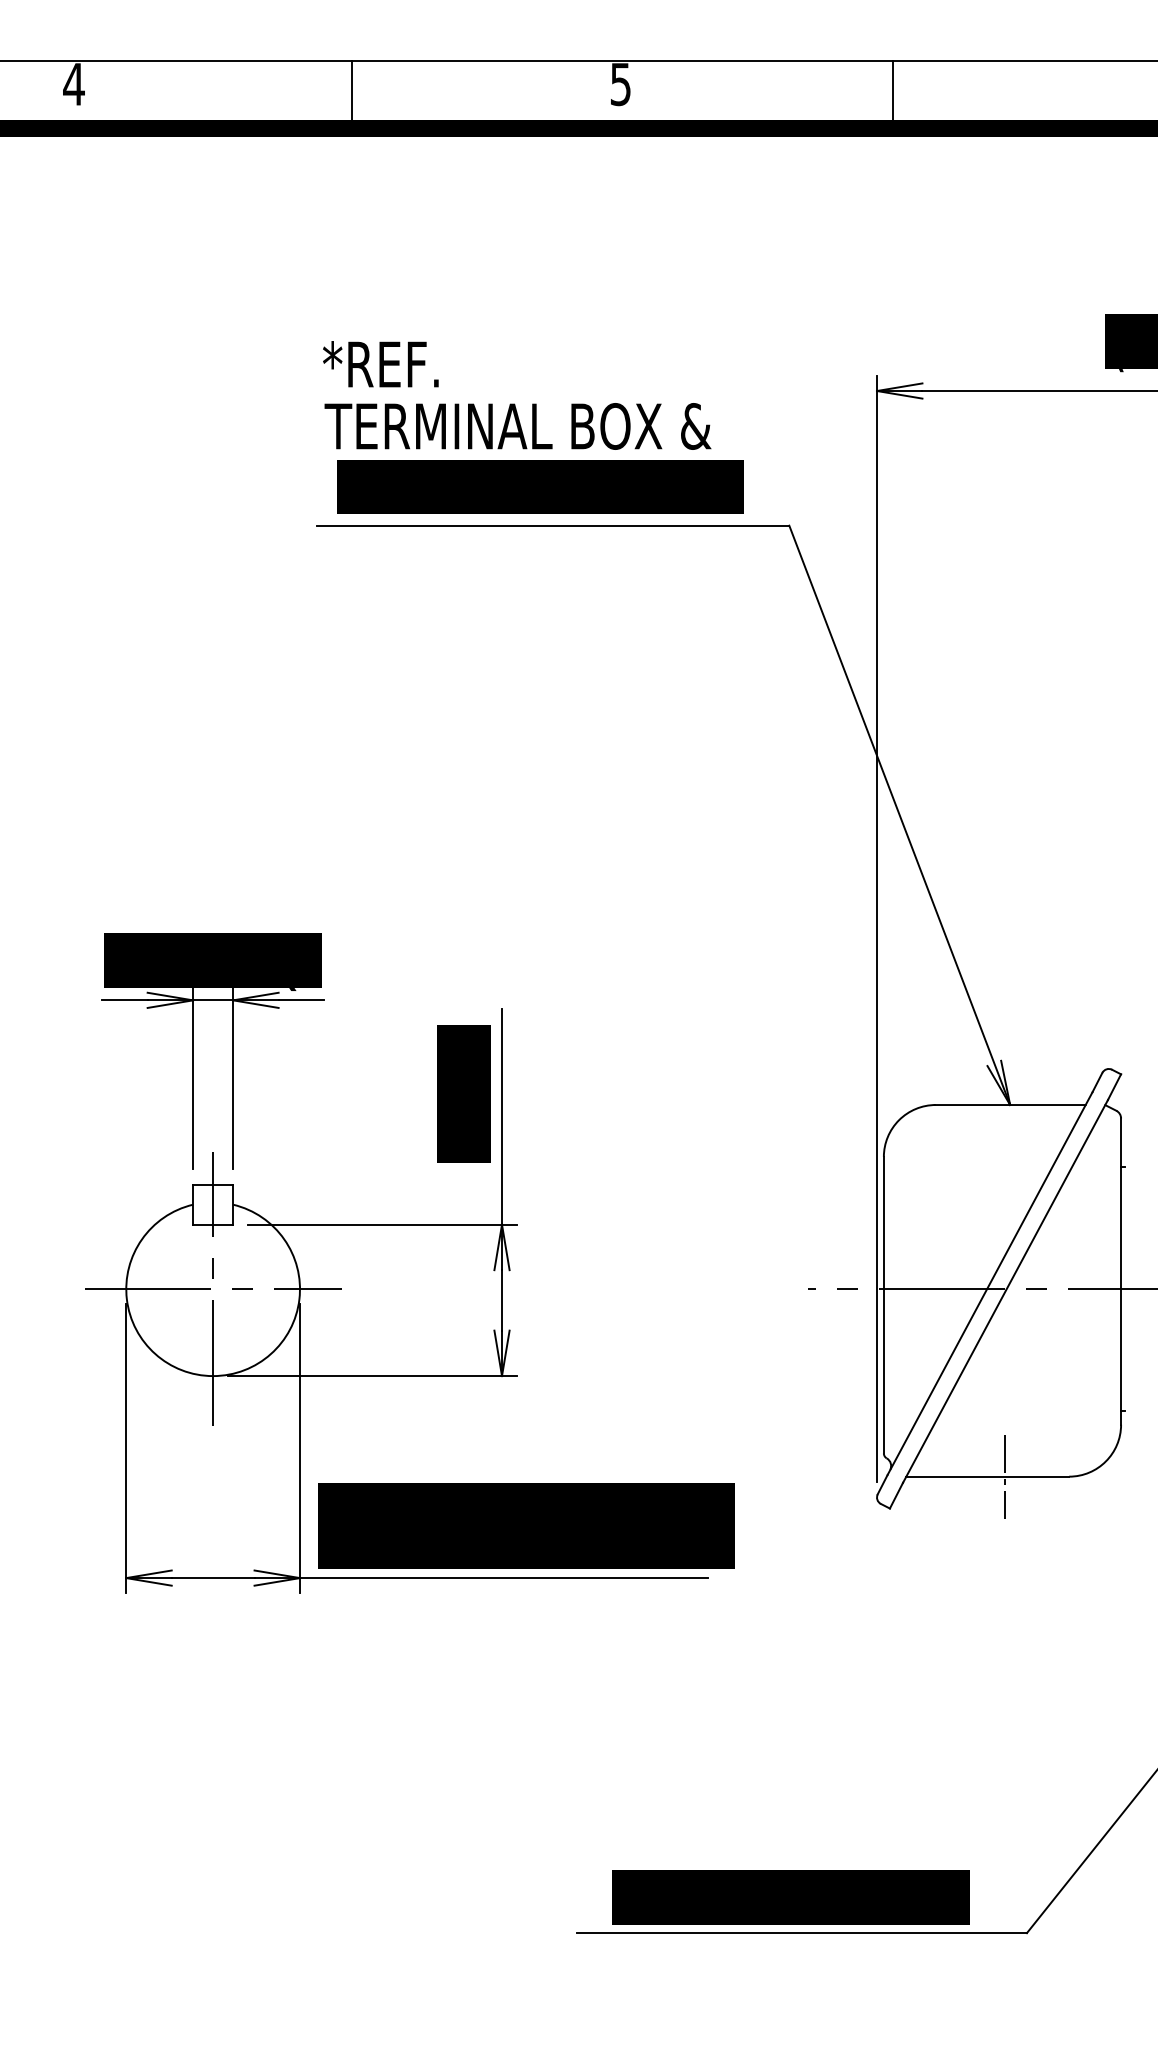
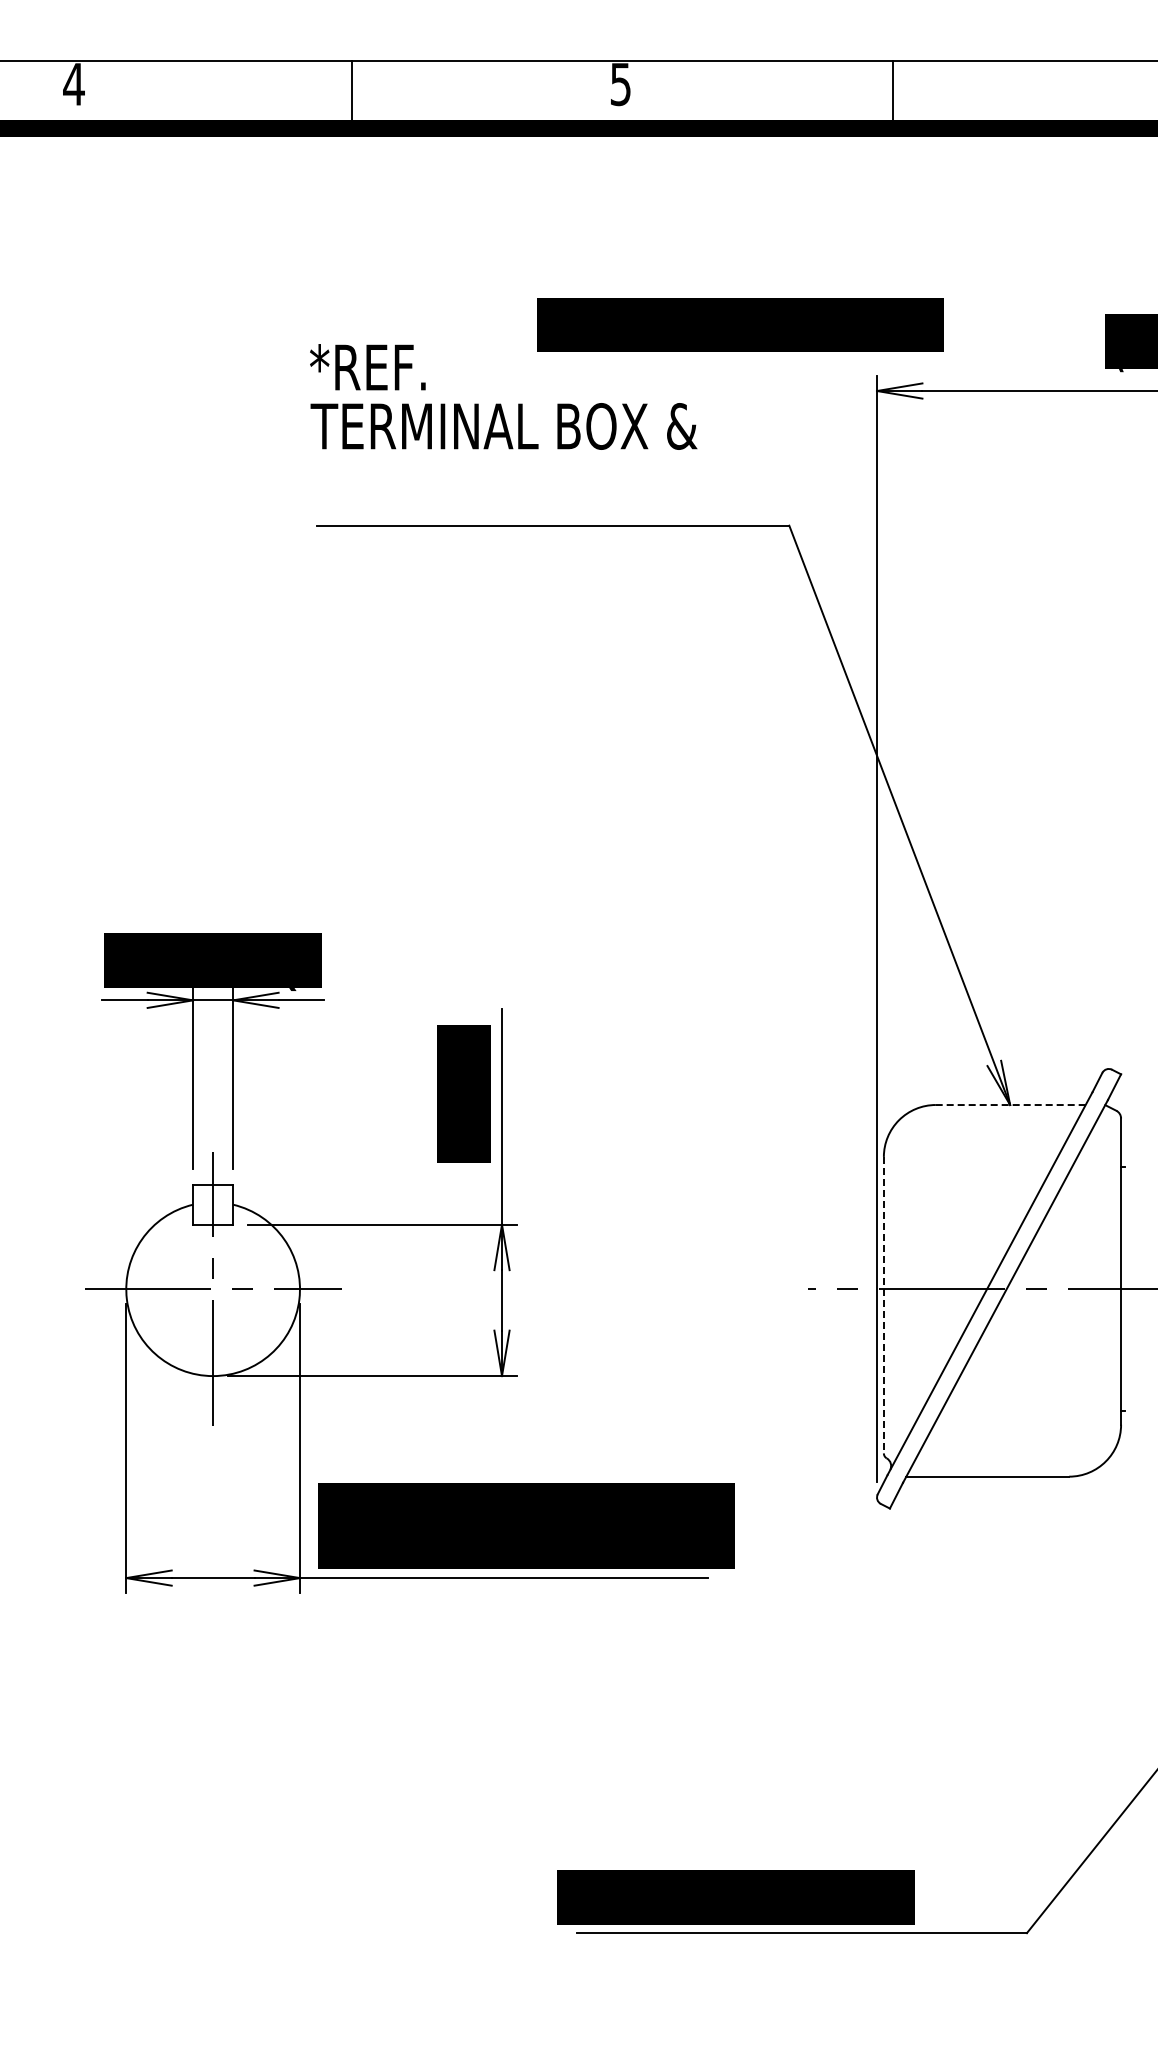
text at (380, 364) position: (380, 364) -> (367, 367)
text at (517, 426) position: (517, 426) -> (503, 426)
text at (540, 486) position: (540, 486) -> (740, 324)
line at (1010, 1105): solid -> dashed
line at (883, 1305): solid -> dashed
line at (1005, 1476): present -> none
text at (790, 1897) position: (790, 1897) -> (735, 1897)
